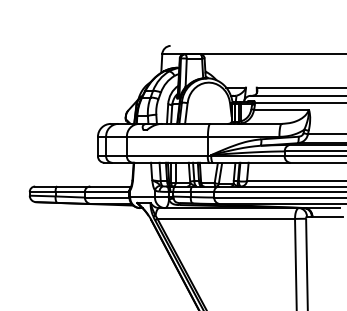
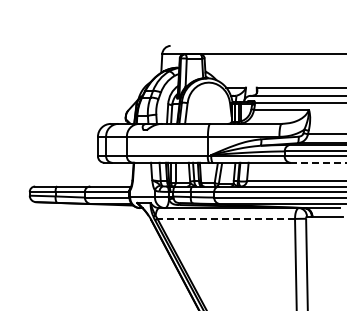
line at (318, 162): solid -> dashed
line at (226, 218): solid -> dashed
